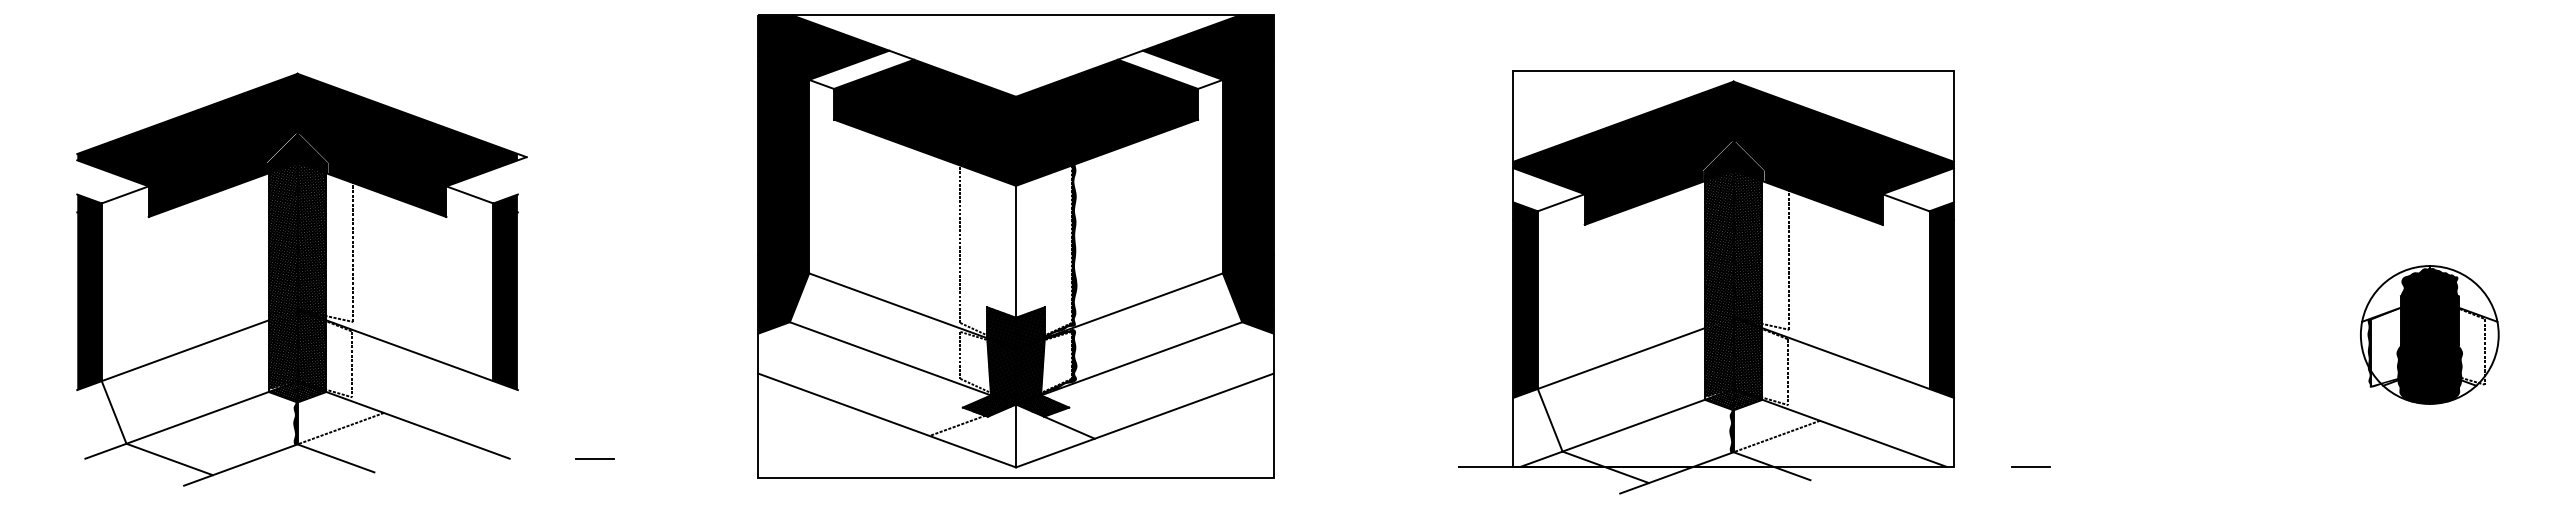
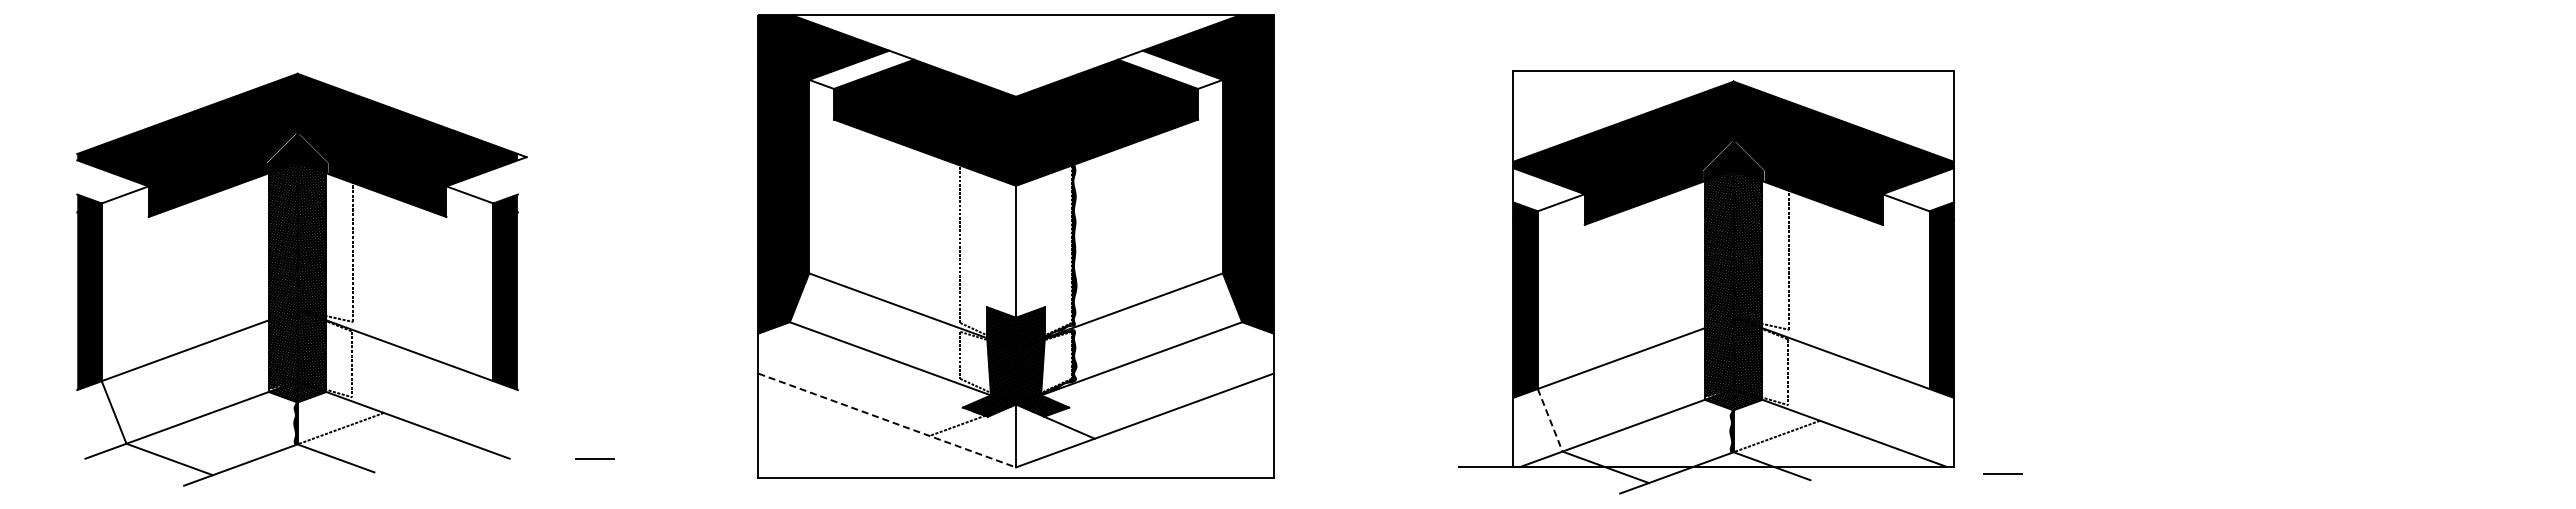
part at (2429, 334): present -> none
line at (887, 420): solid -> dashed
line at (1550, 420): solid -> dashed
line at (2030, 466) position: (2030, 466) -> (2002, 473)
